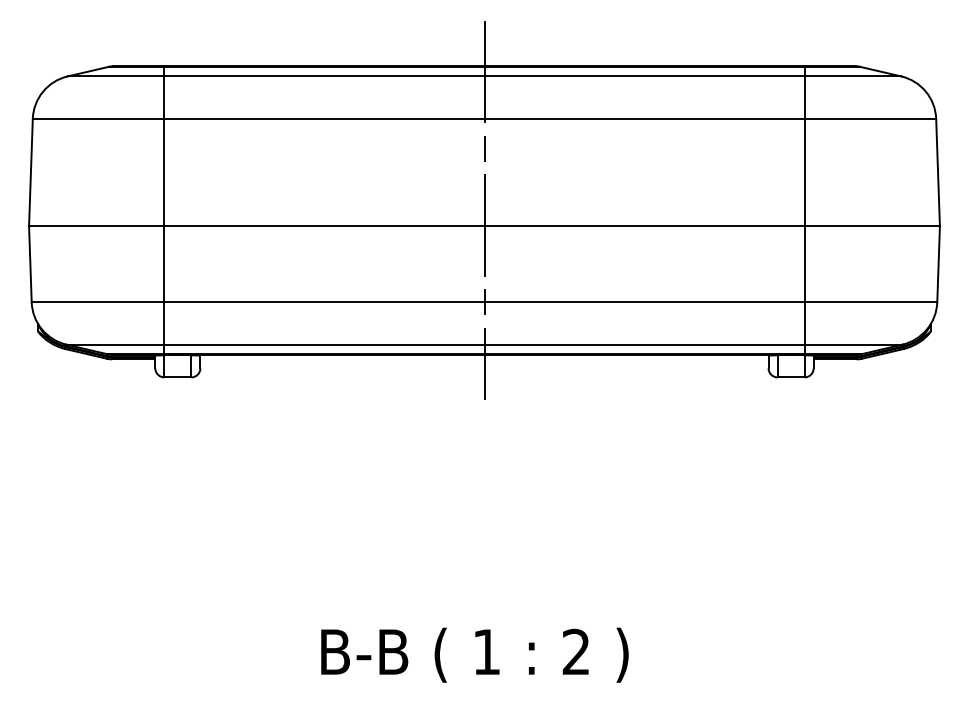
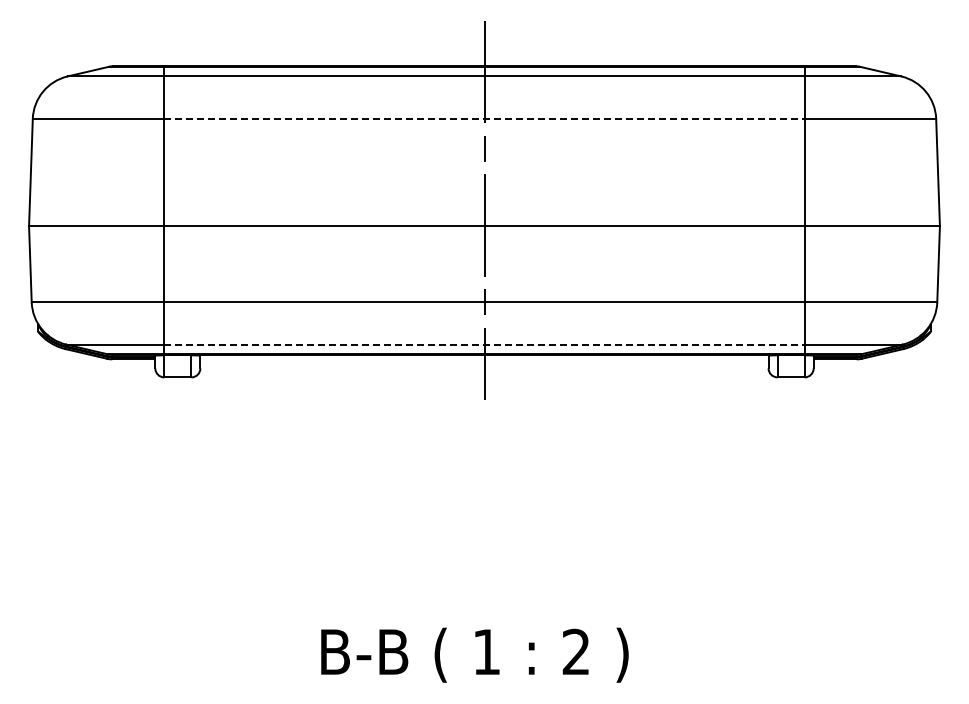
line at (484, 118): solid -> dashed
line at (484, 344): solid -> dashed
